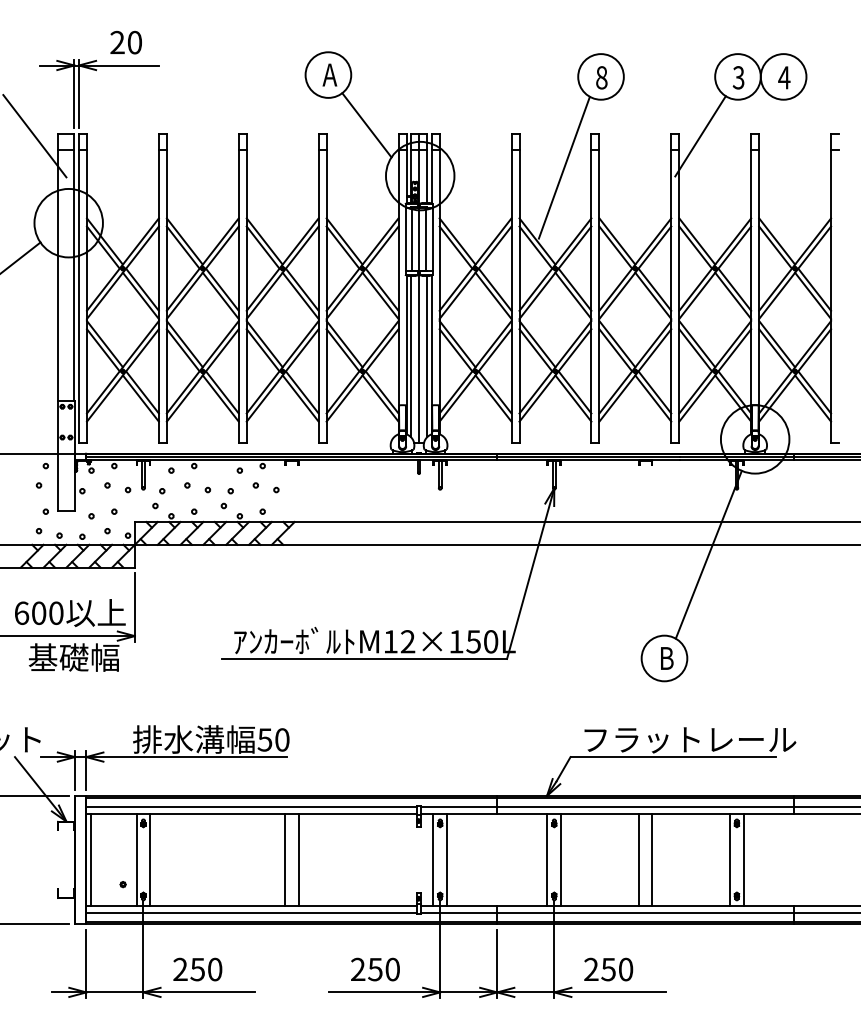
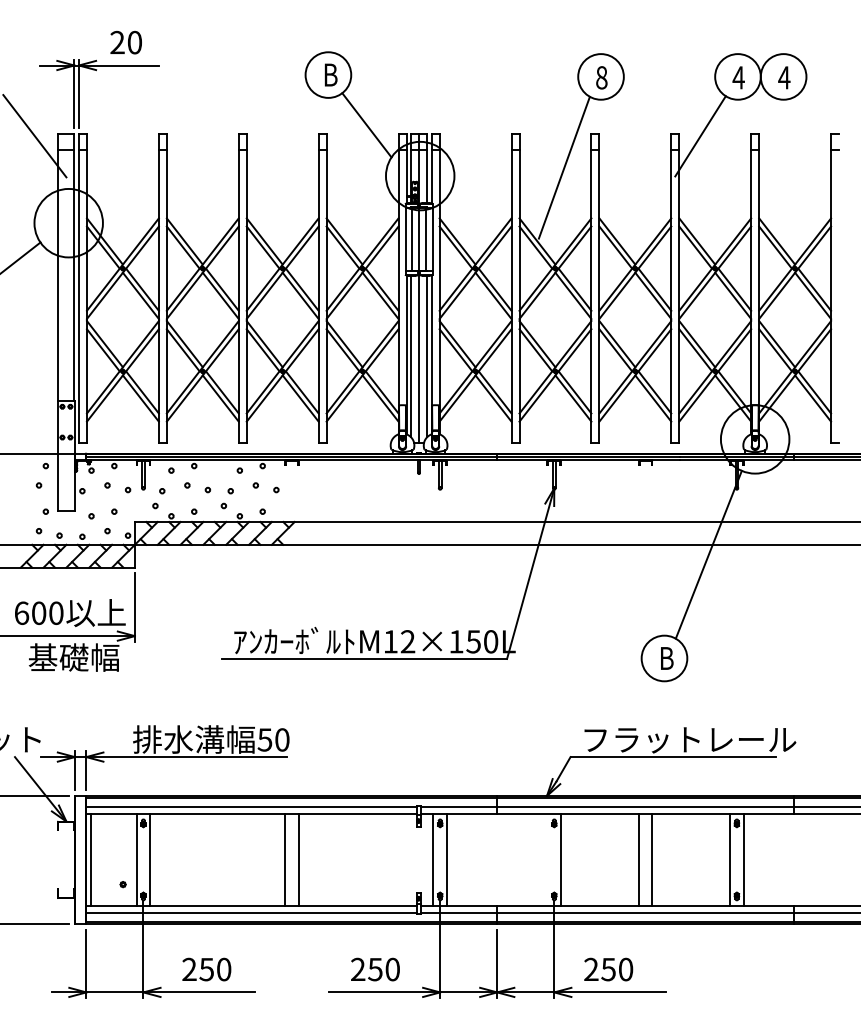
text at (329, 74): A -> B
text at (738, 77): 3 -> 4
line at (547, 859): present -> none
text at (197, 969) position: (197, 969) -> (206, 969)
